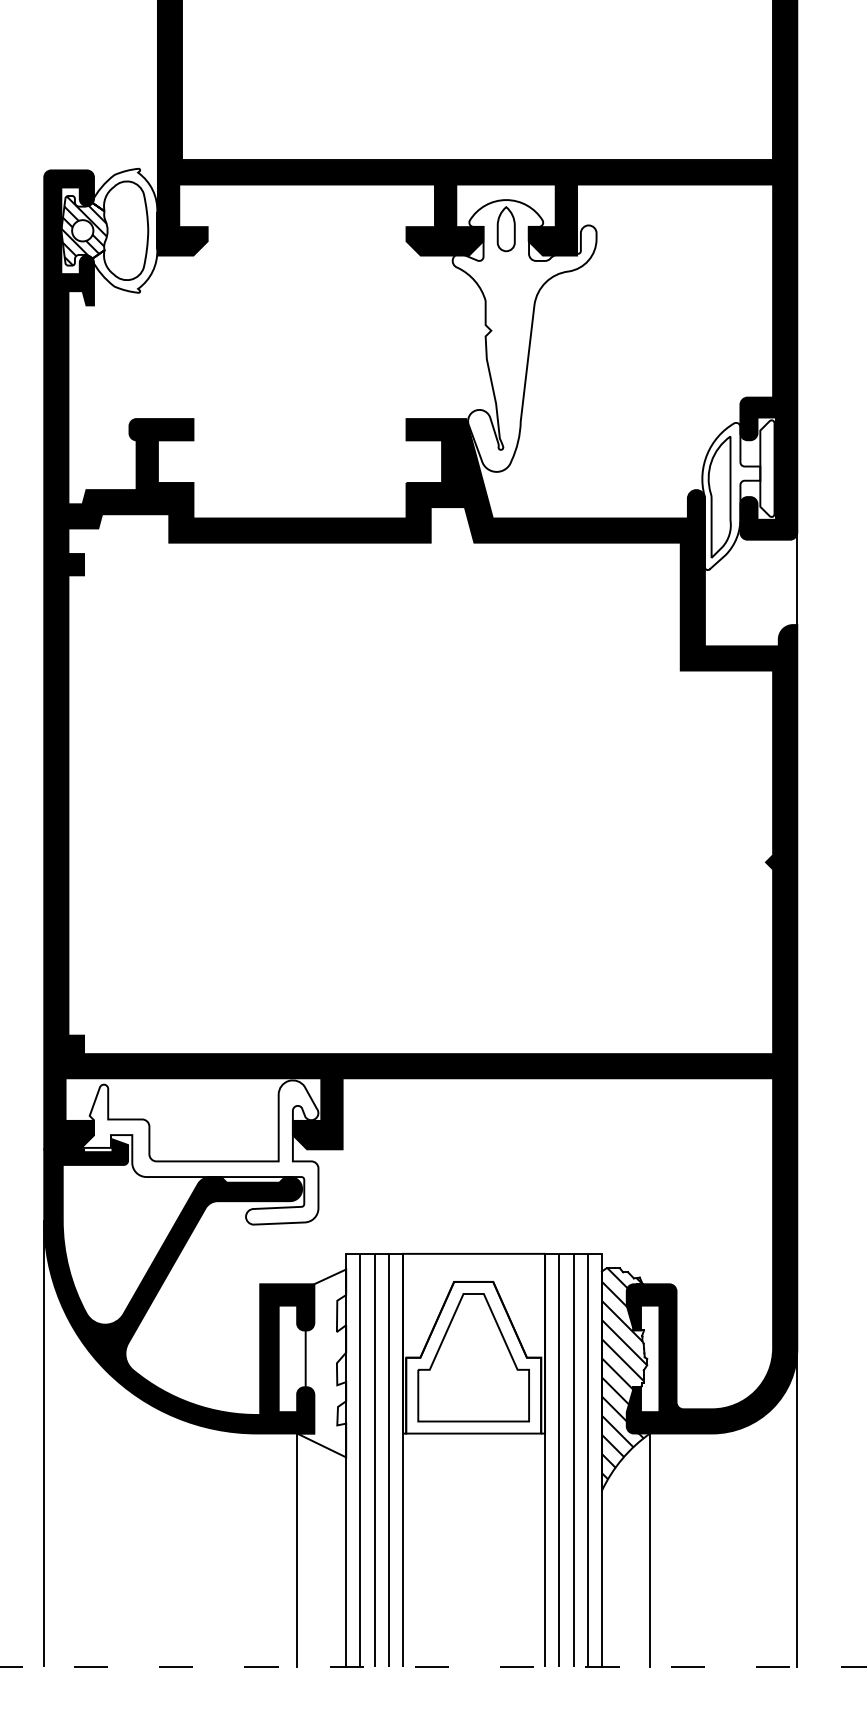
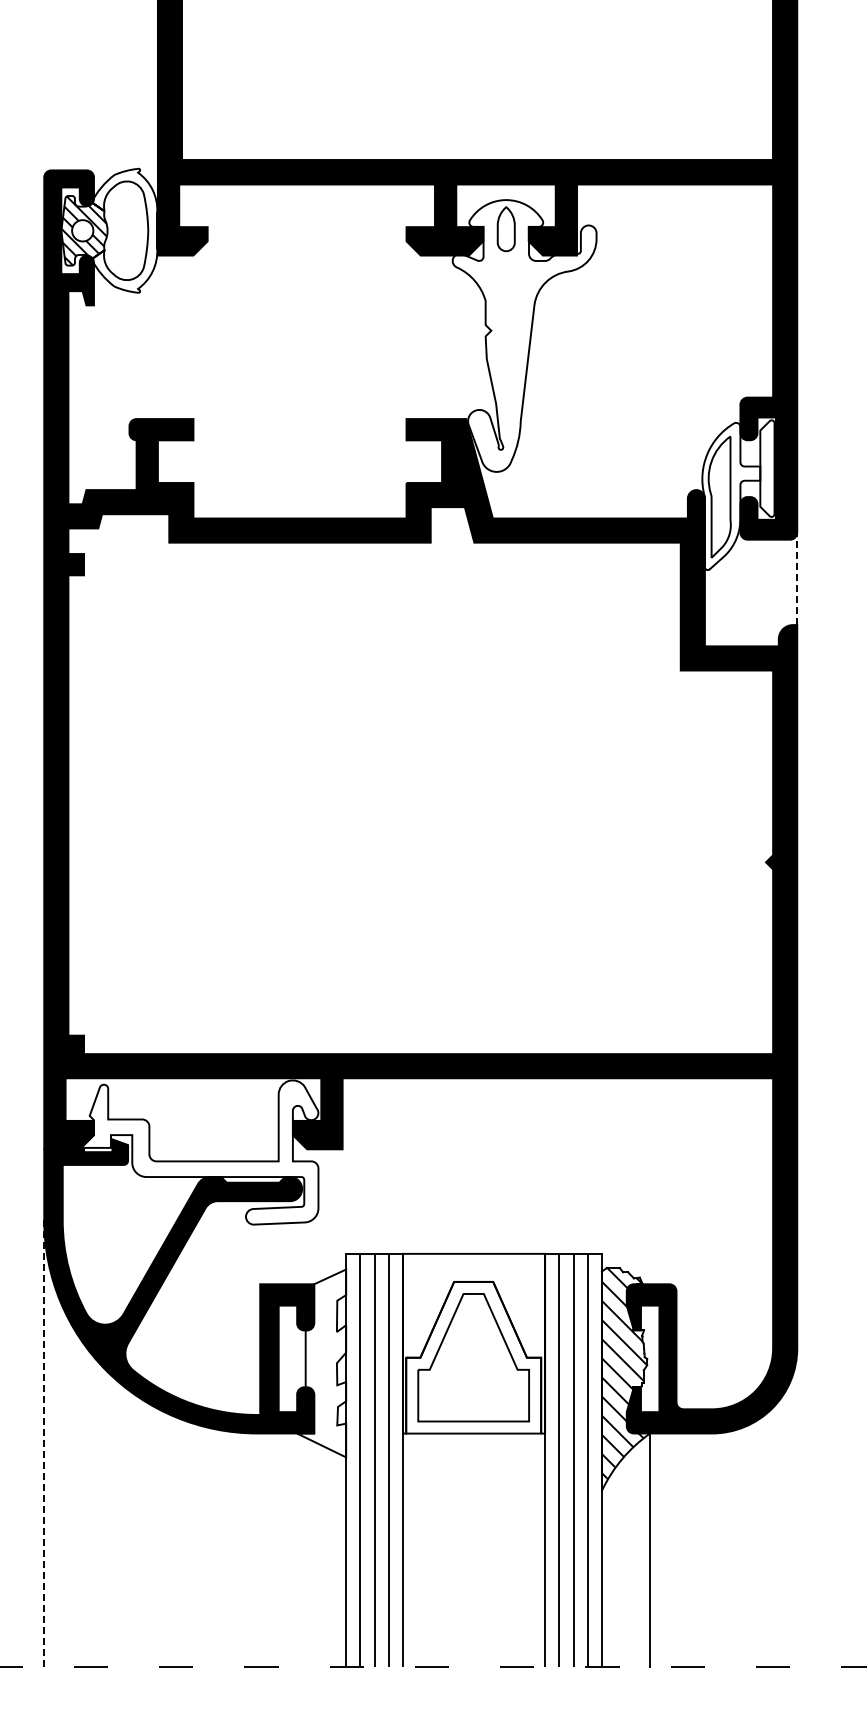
line at (797, 578): solid -> dashed
line at (44, 1444): solid -> dashed
line at (797, 1507): present -> none
line at (296, 1550): present -> none
